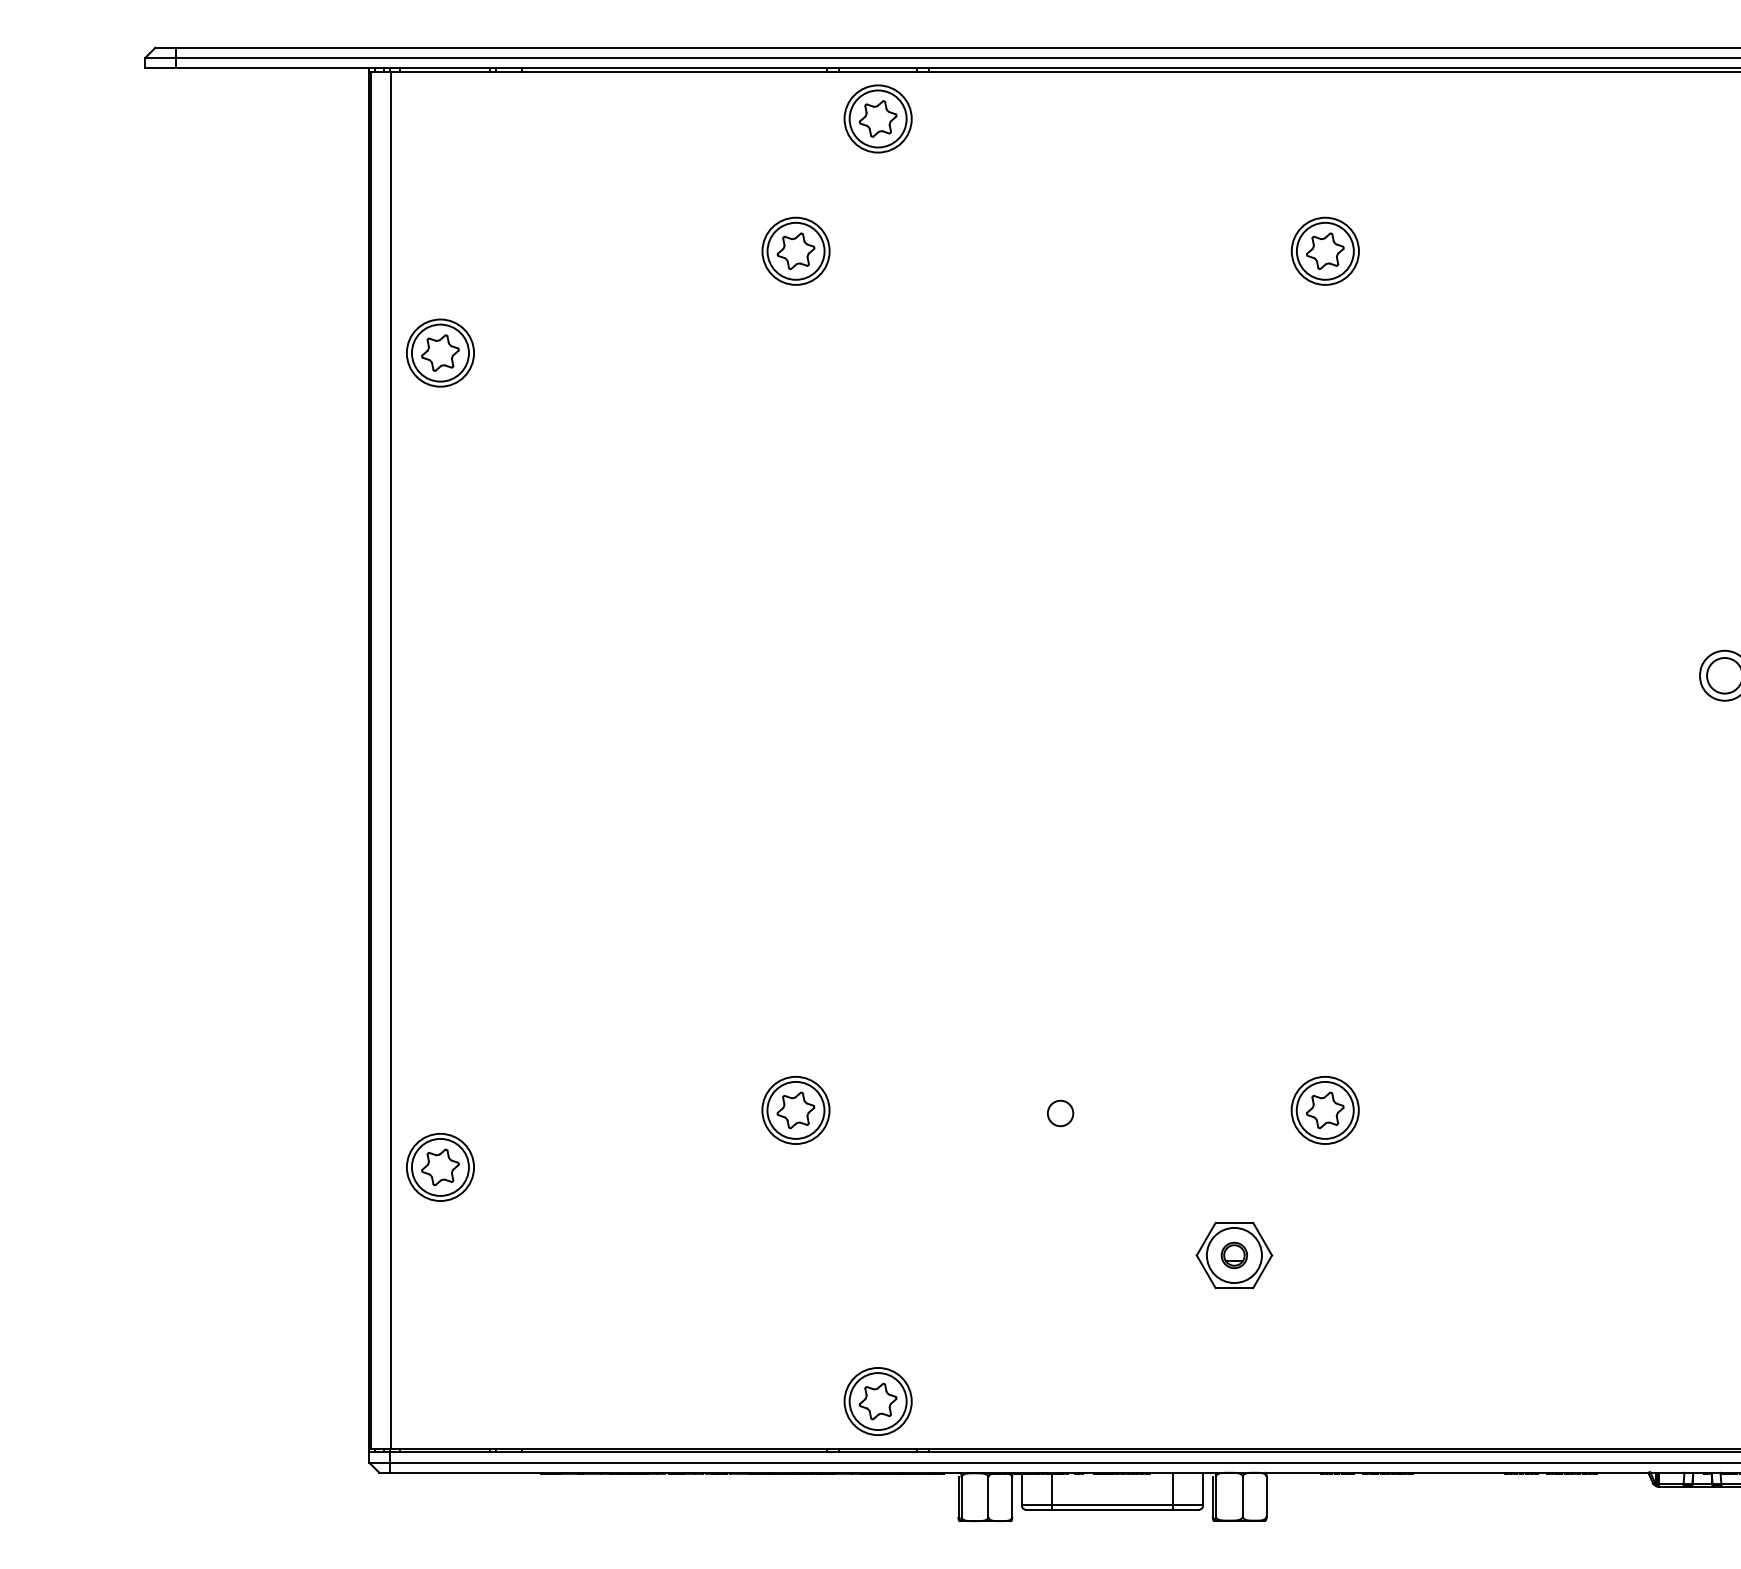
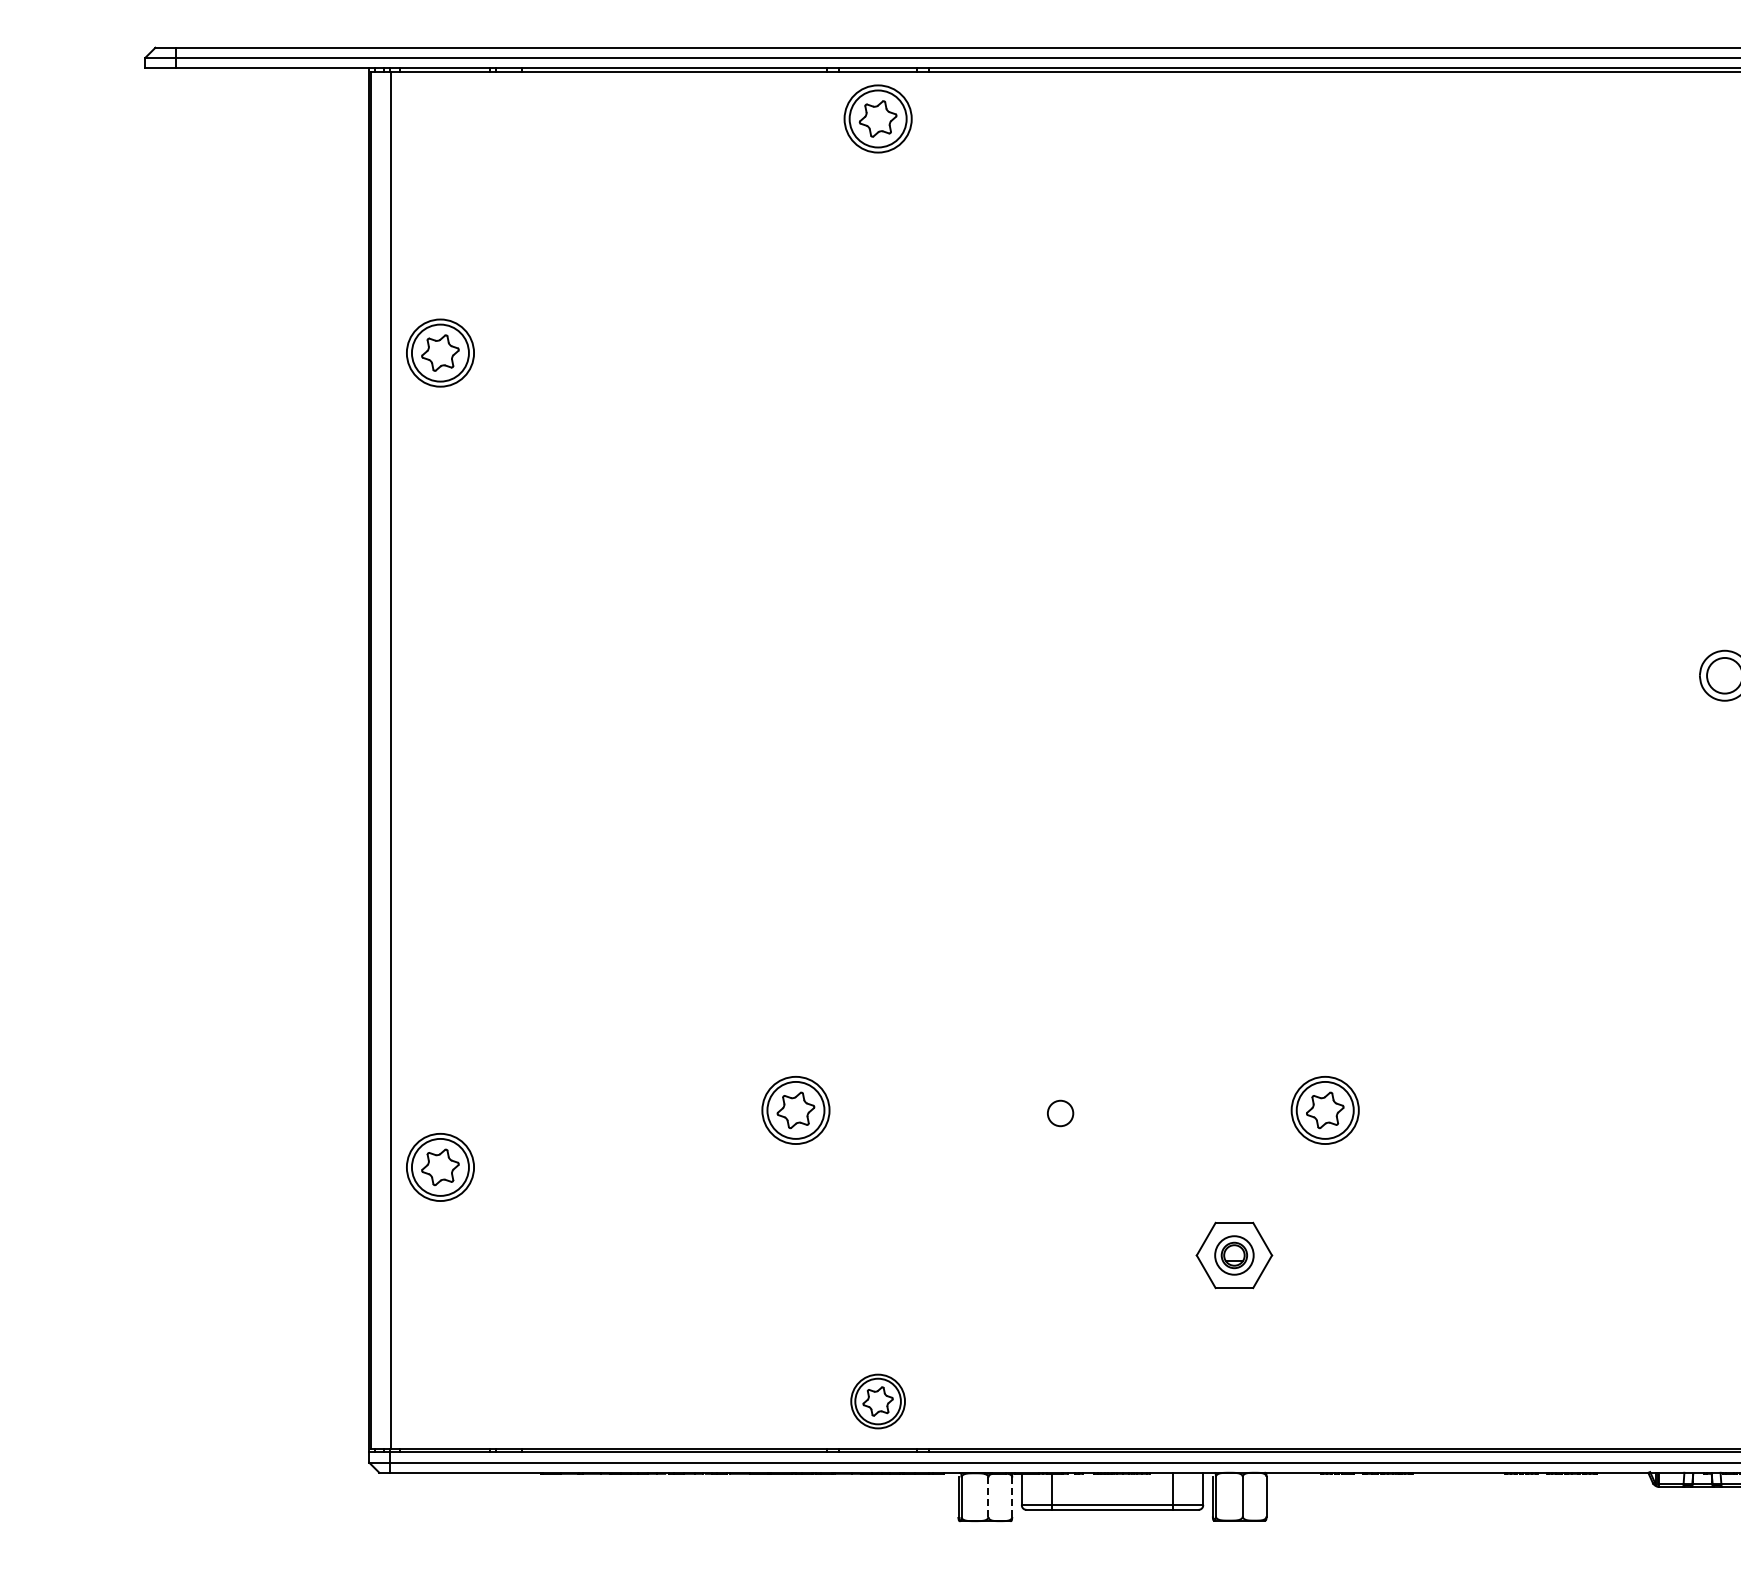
part at (795, 250): present -> none
part at (1324, 250): present -> none
circle at (1233, 1255) diameter: 55 px -> 39 px
part at (877, 1401) size: 70x69 px -> 56x57 px
line at (988, 1497): solid -> dashed
line at (1012, 1497): solid -> dashed
